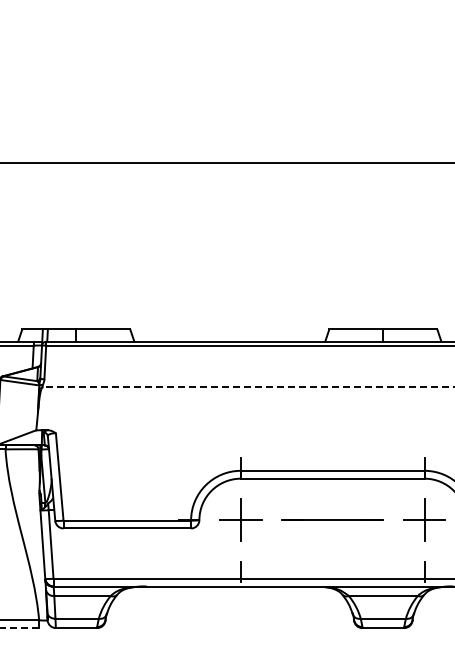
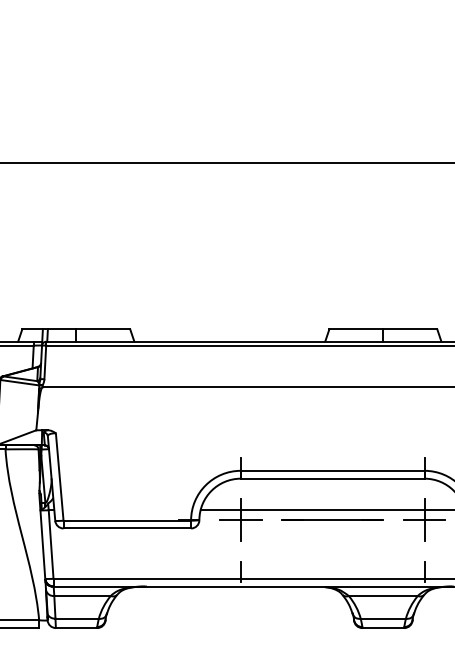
line at (248, 387): dashed -> solid
line at (325, 510): none -> present
line at (19, 628): dashed -> solid
